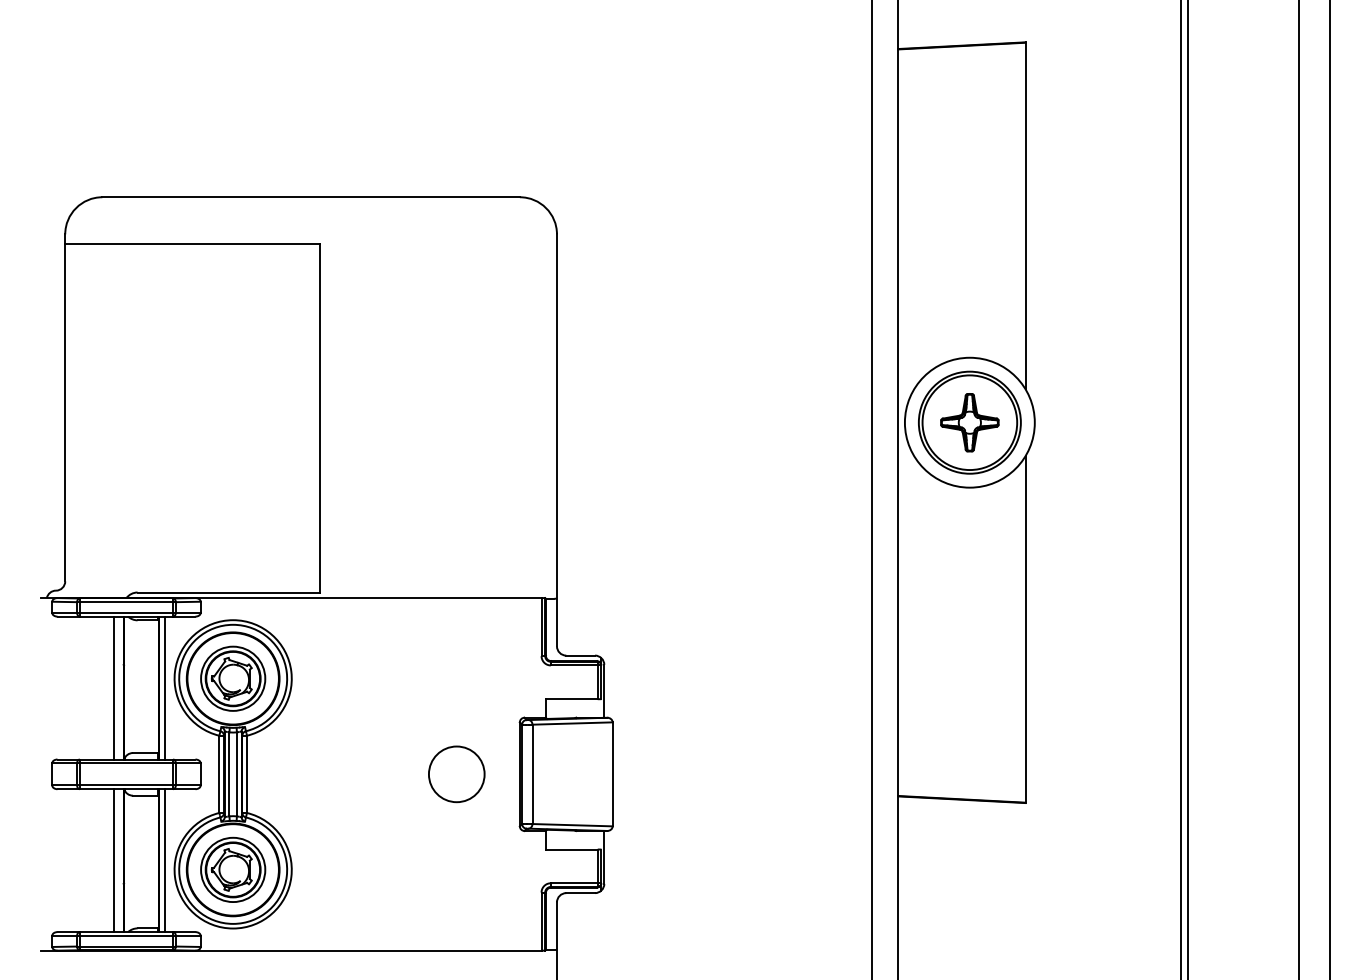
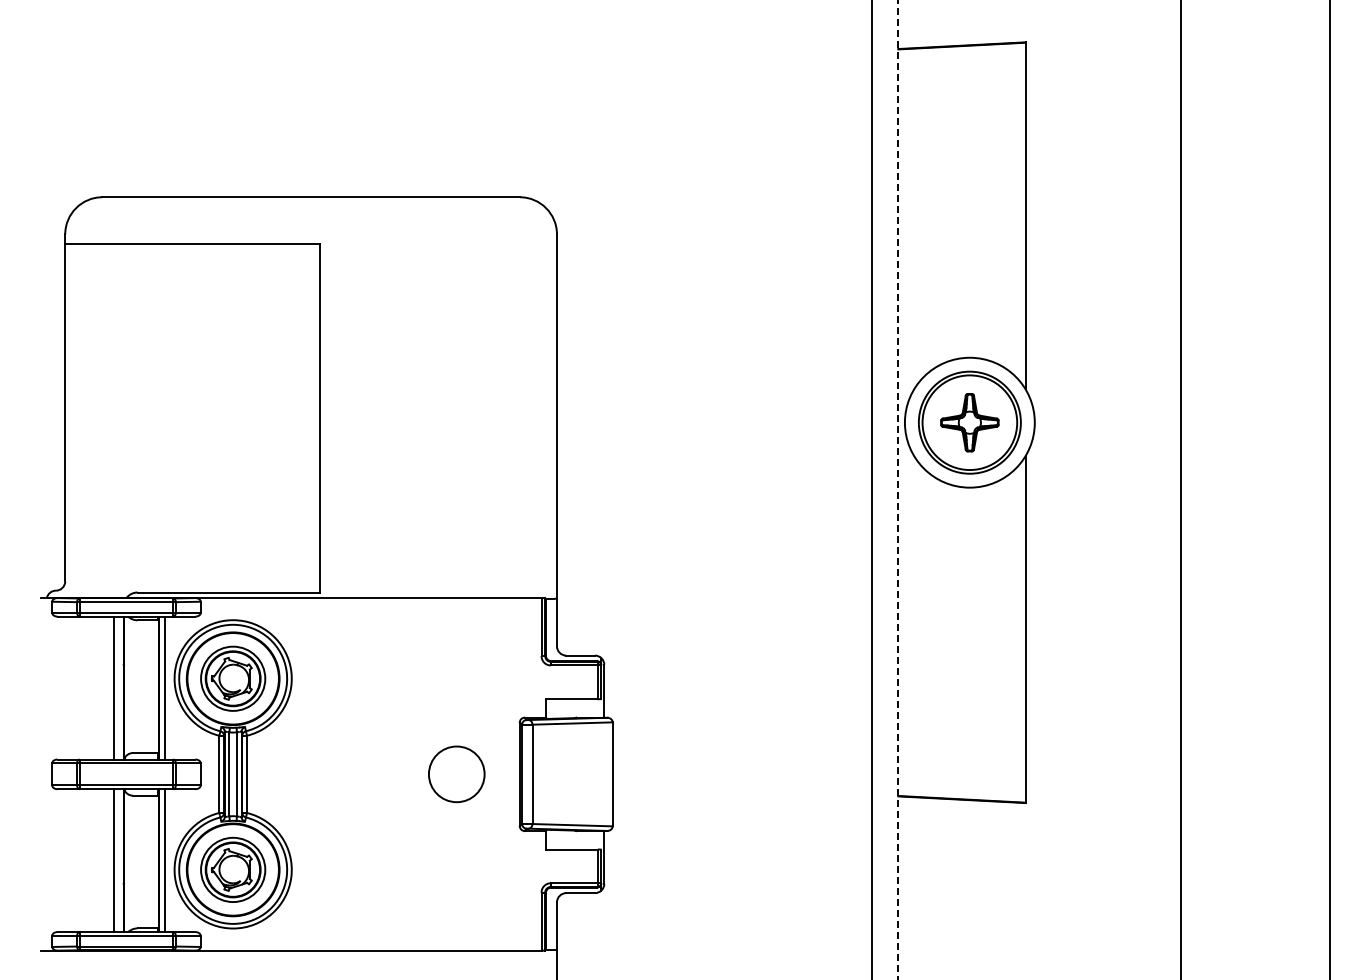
line at (1187, 489): present -> none
line at (1299, 489): present -> none
line at (898, 490): solid -> dashed
